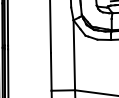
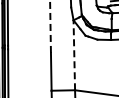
line at (50, 26): solid -> dashed
line at (74, 55): solid -> dashed
